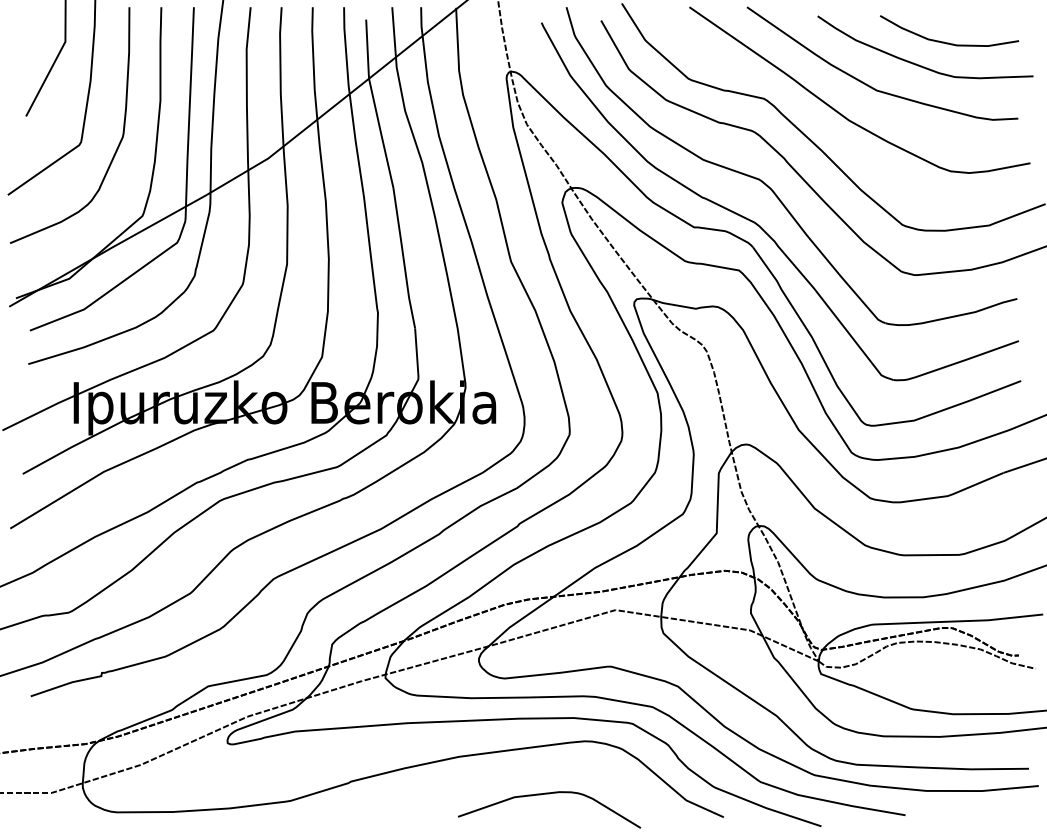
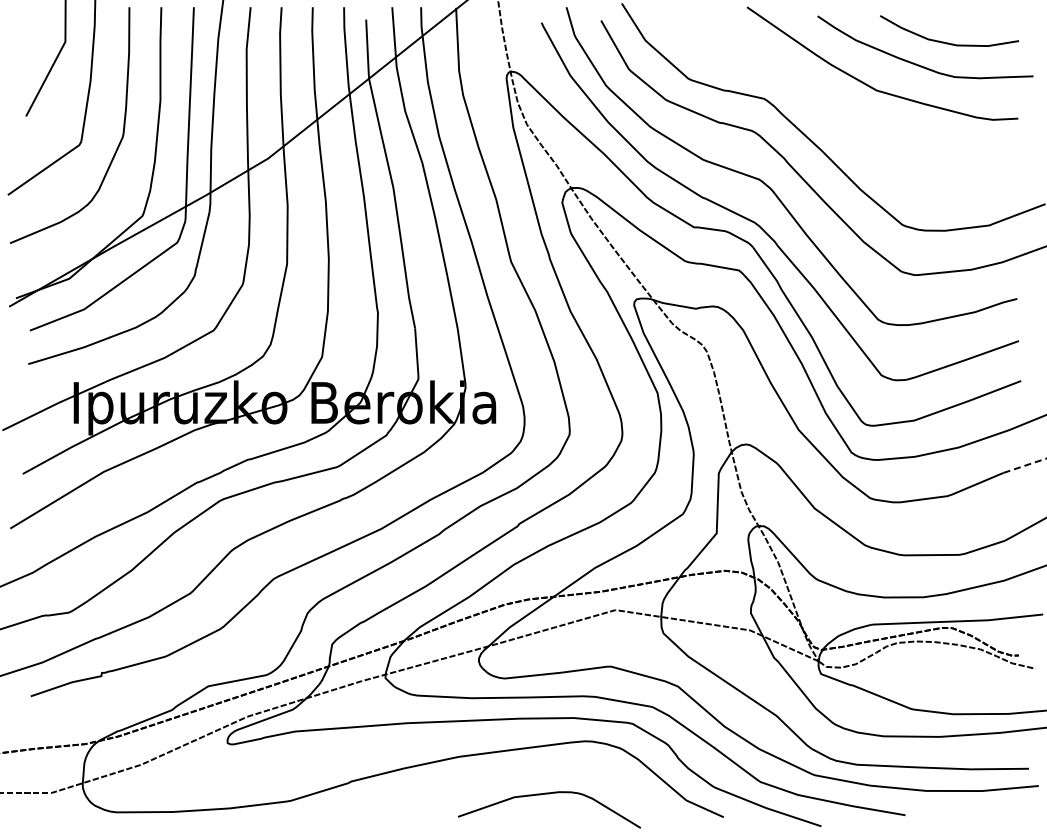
curve at (841, 113): present -> none
line at (1025, 465): solid -> dashed
